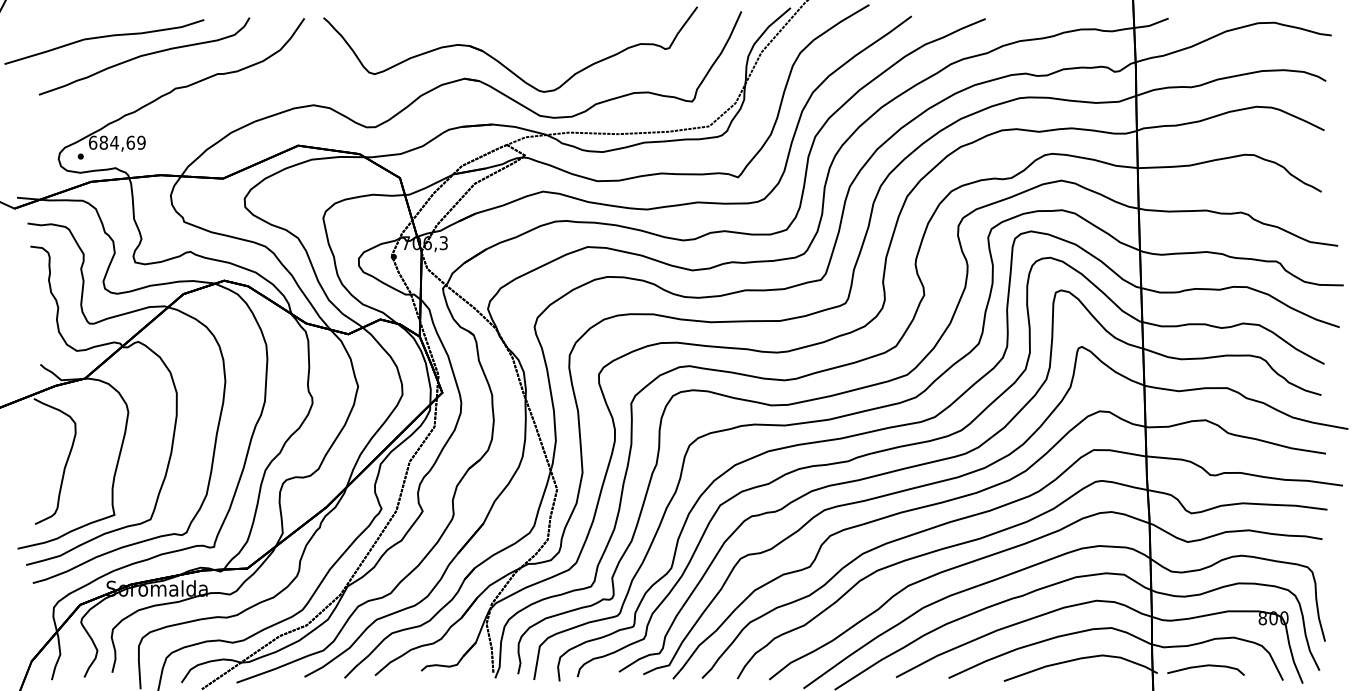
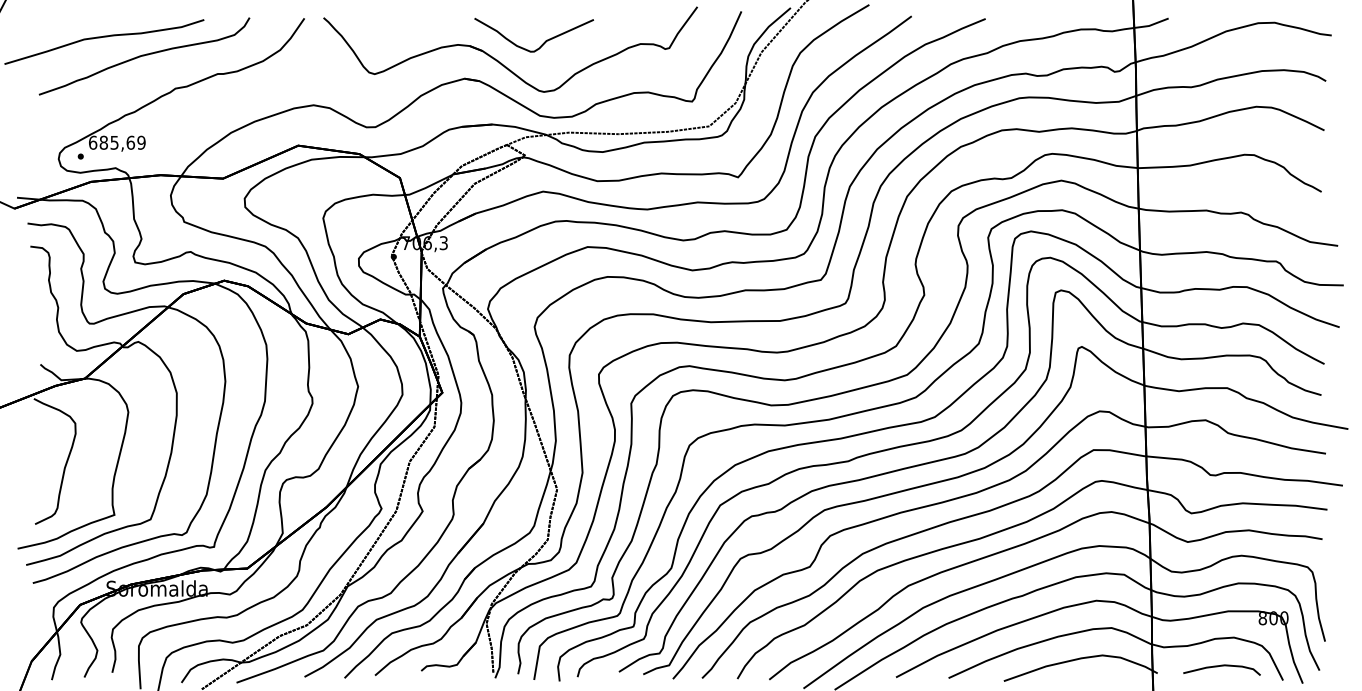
curve at (542, 43): none -> present
text at (114, 142): 684,69 -> 685,69
curve at (1205, 666) position: (1205, 666) -> (1221, 666)
